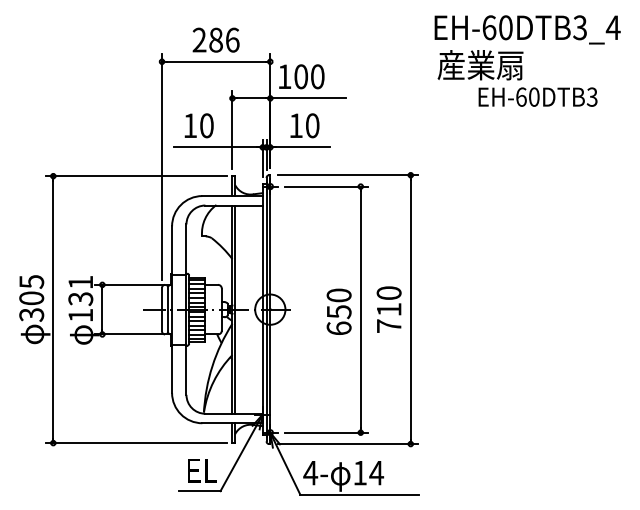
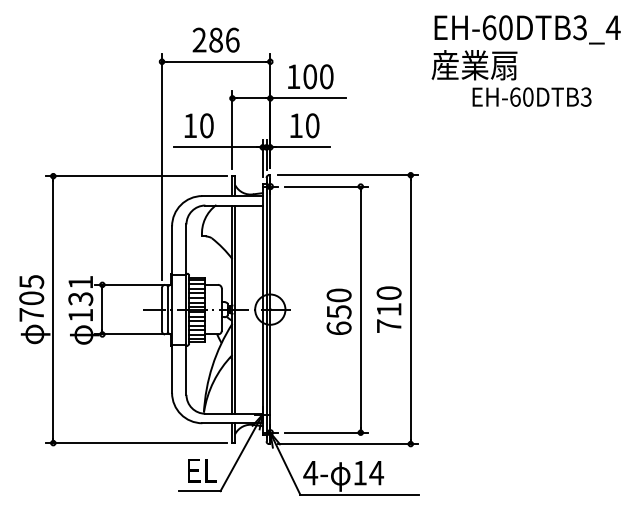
text at (301, 76) position: (301, 76) -> (310, 76)
text at (517, 78) position: (517, 78) -> (511, 78)
text at (31, 314): 305 -> 705
